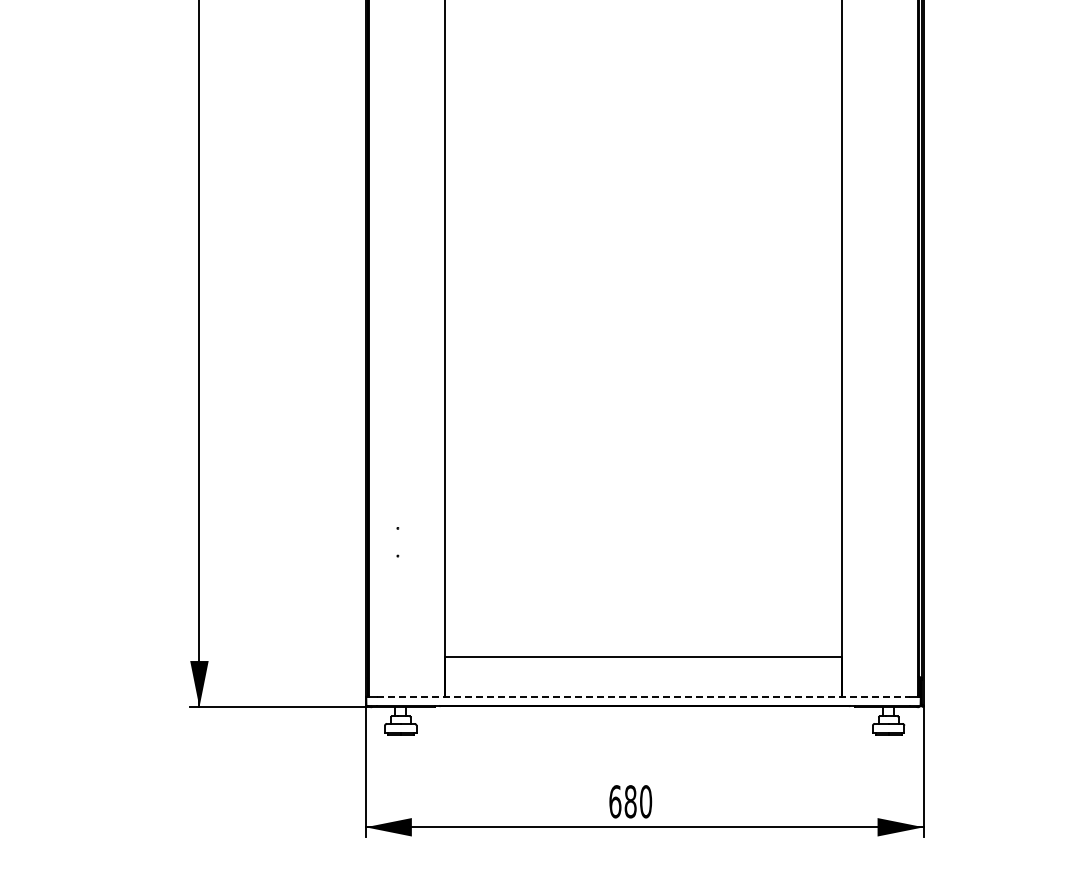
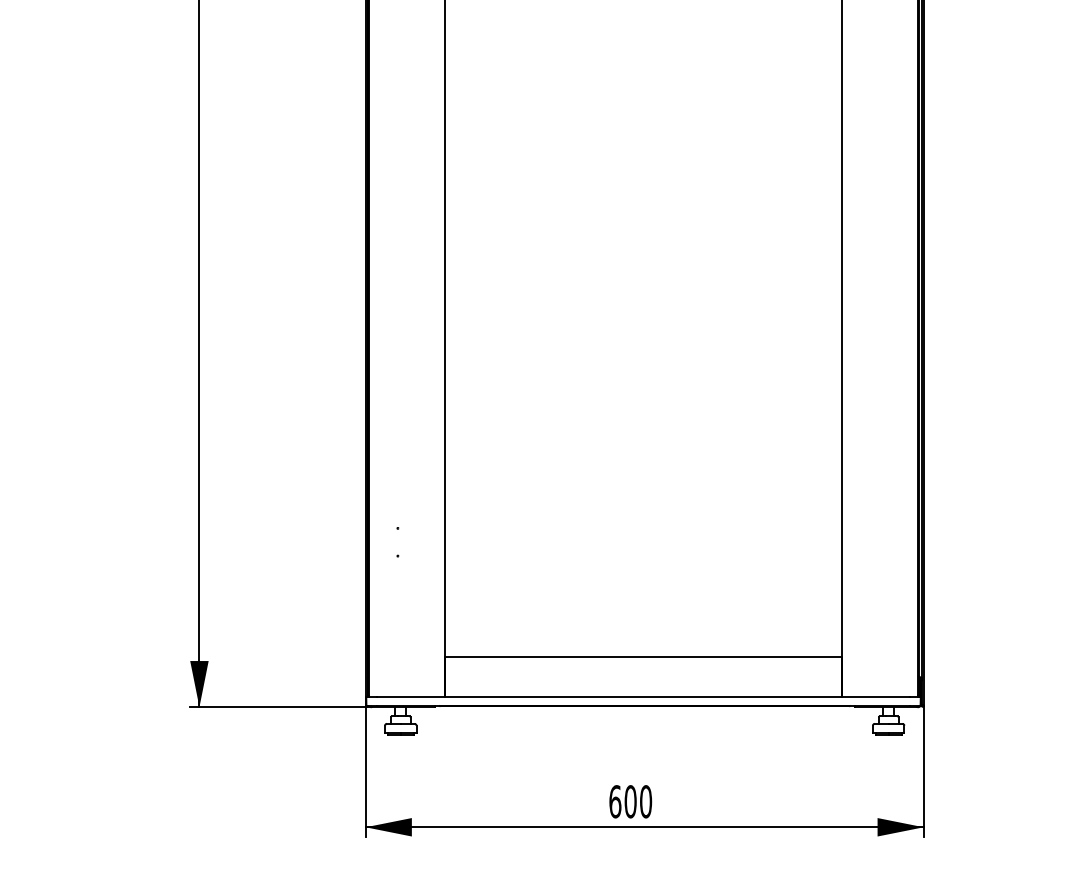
line at (643, 696): dashed -> solid
text at (630, 801): 680 -> 600
